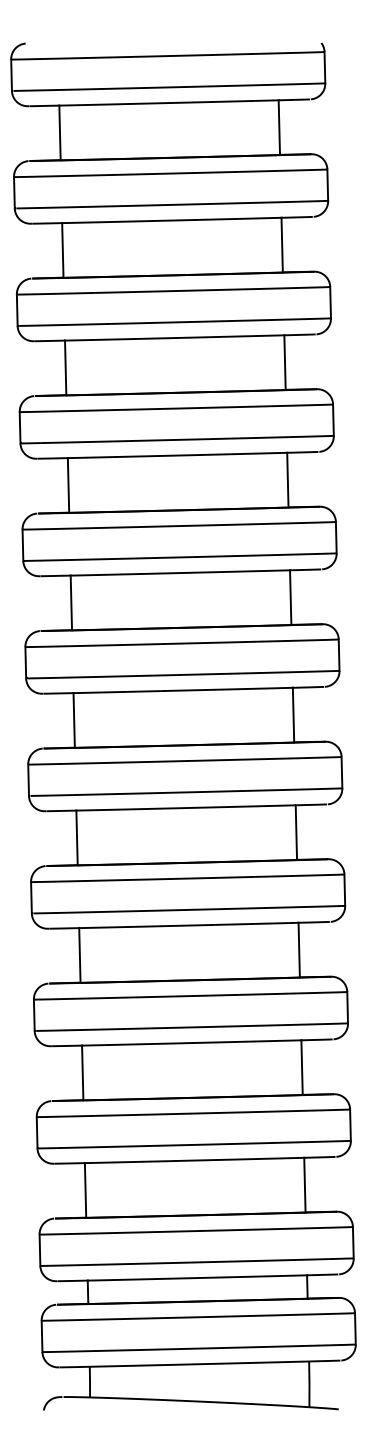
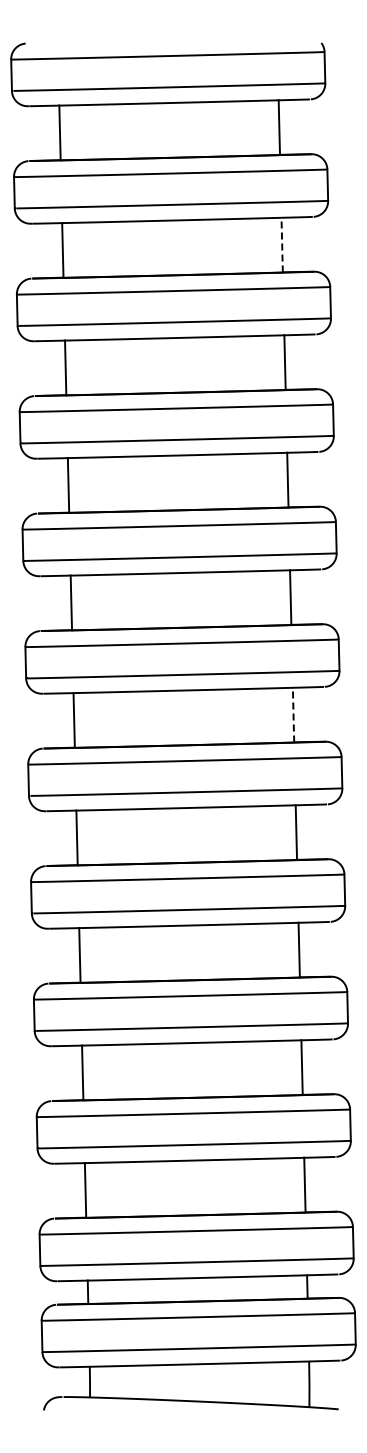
line at (282, 244): solid -> dashed
line at (293, 714): solid -> dashed
